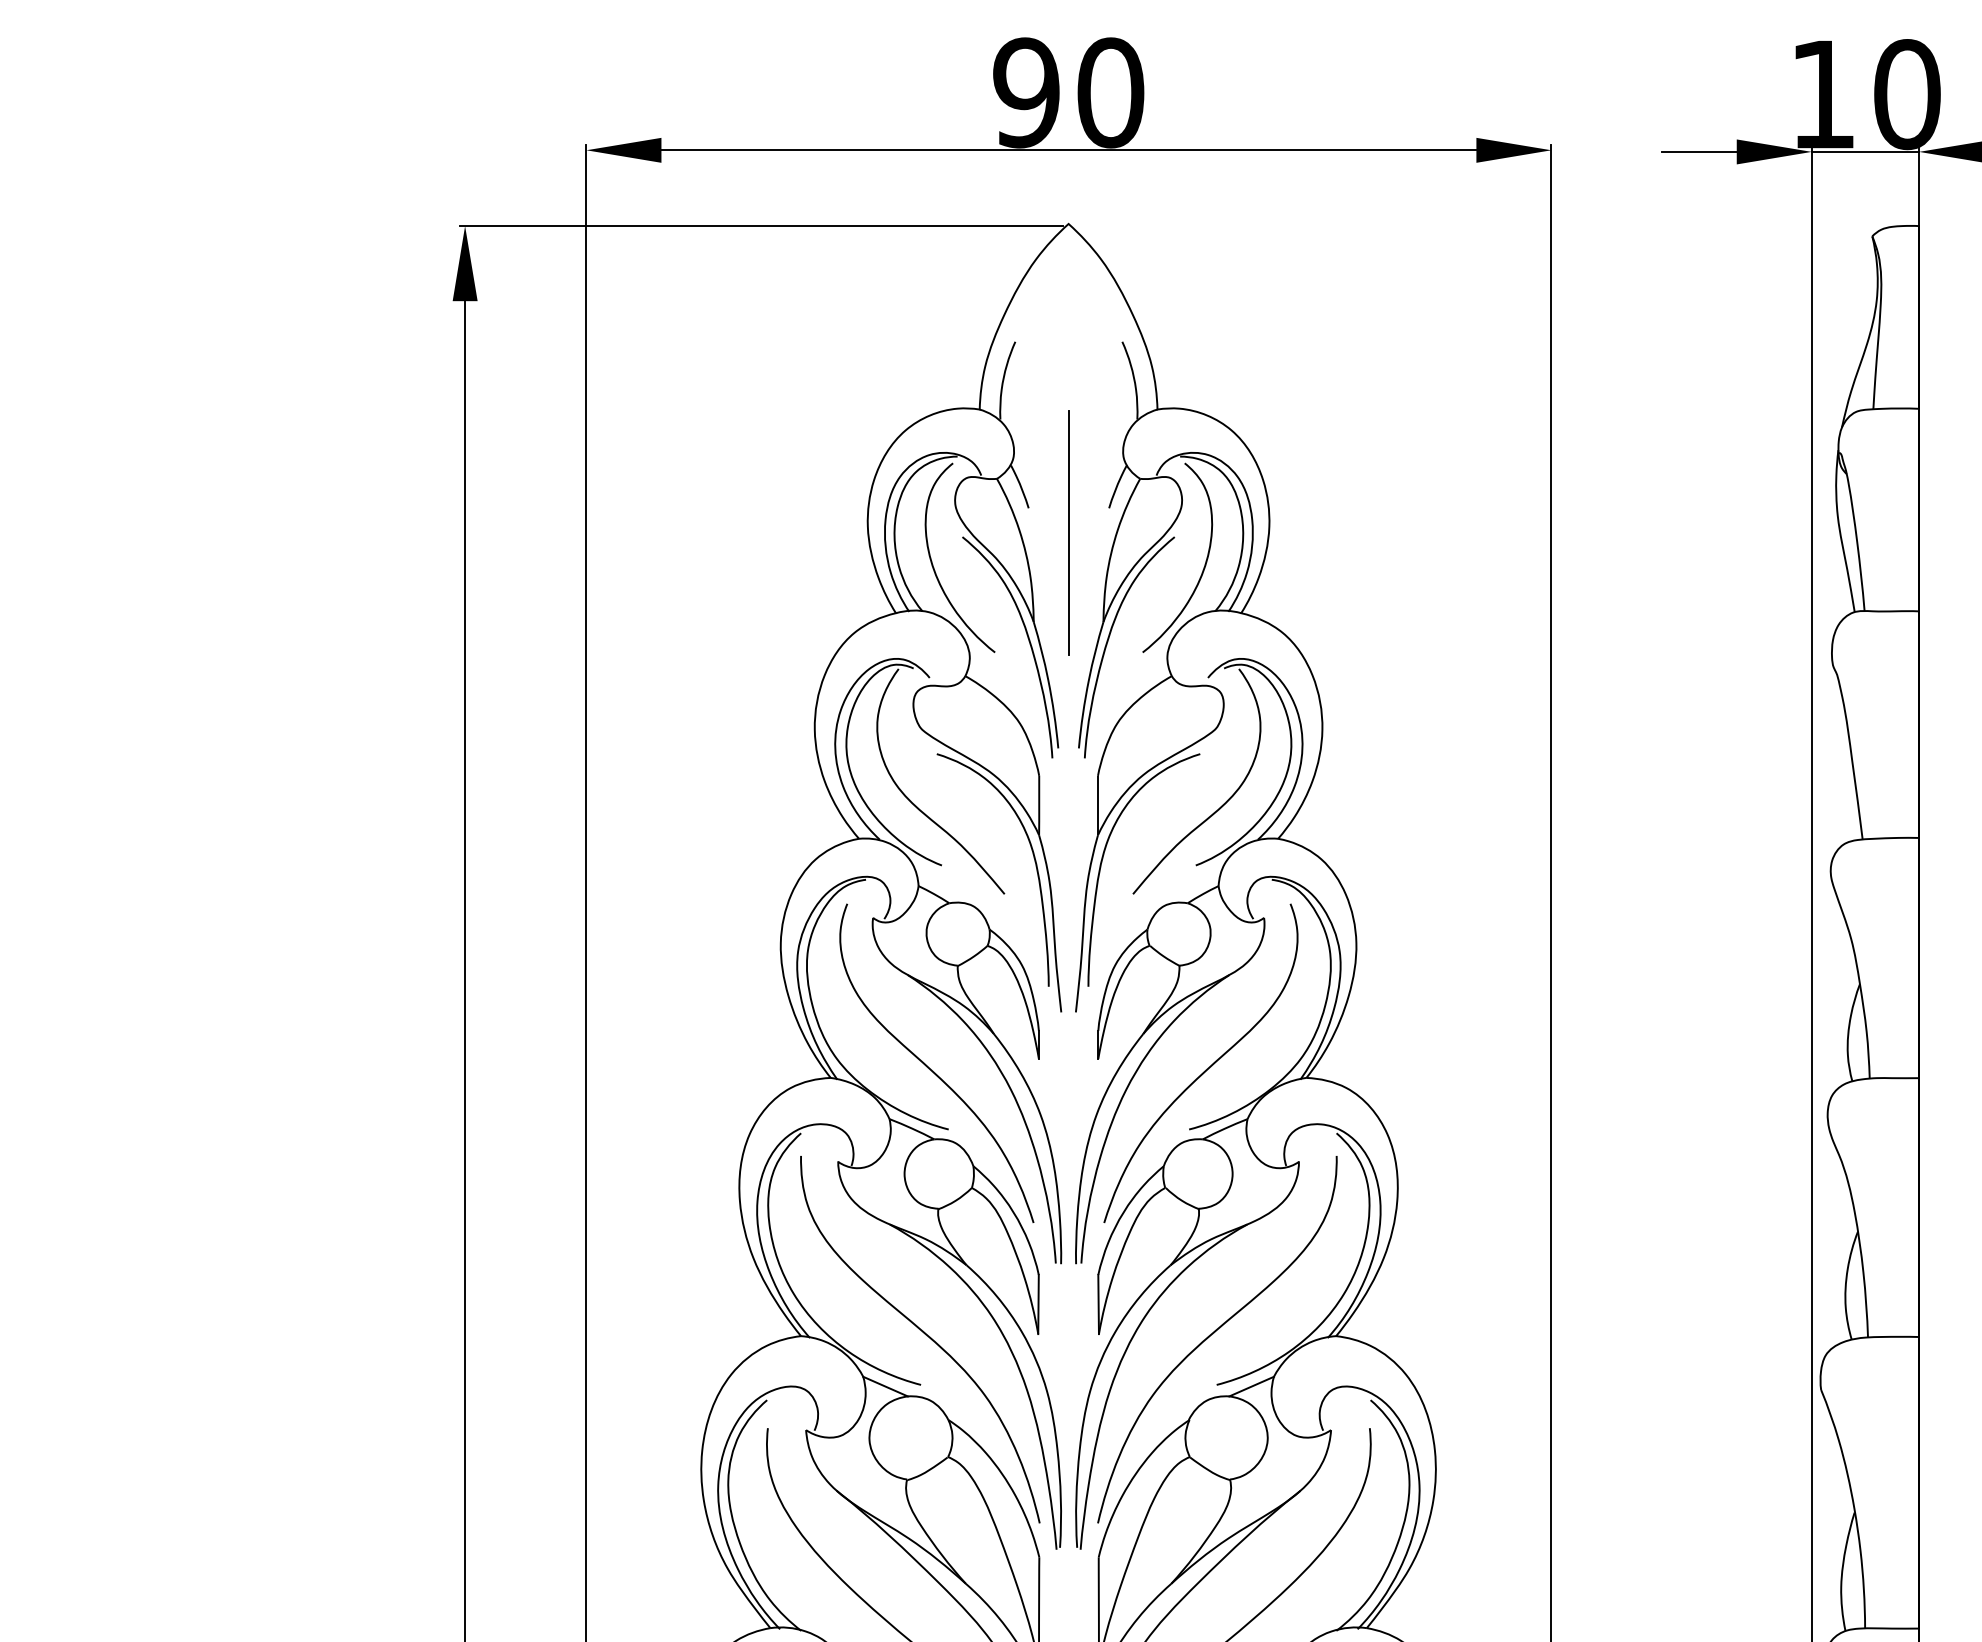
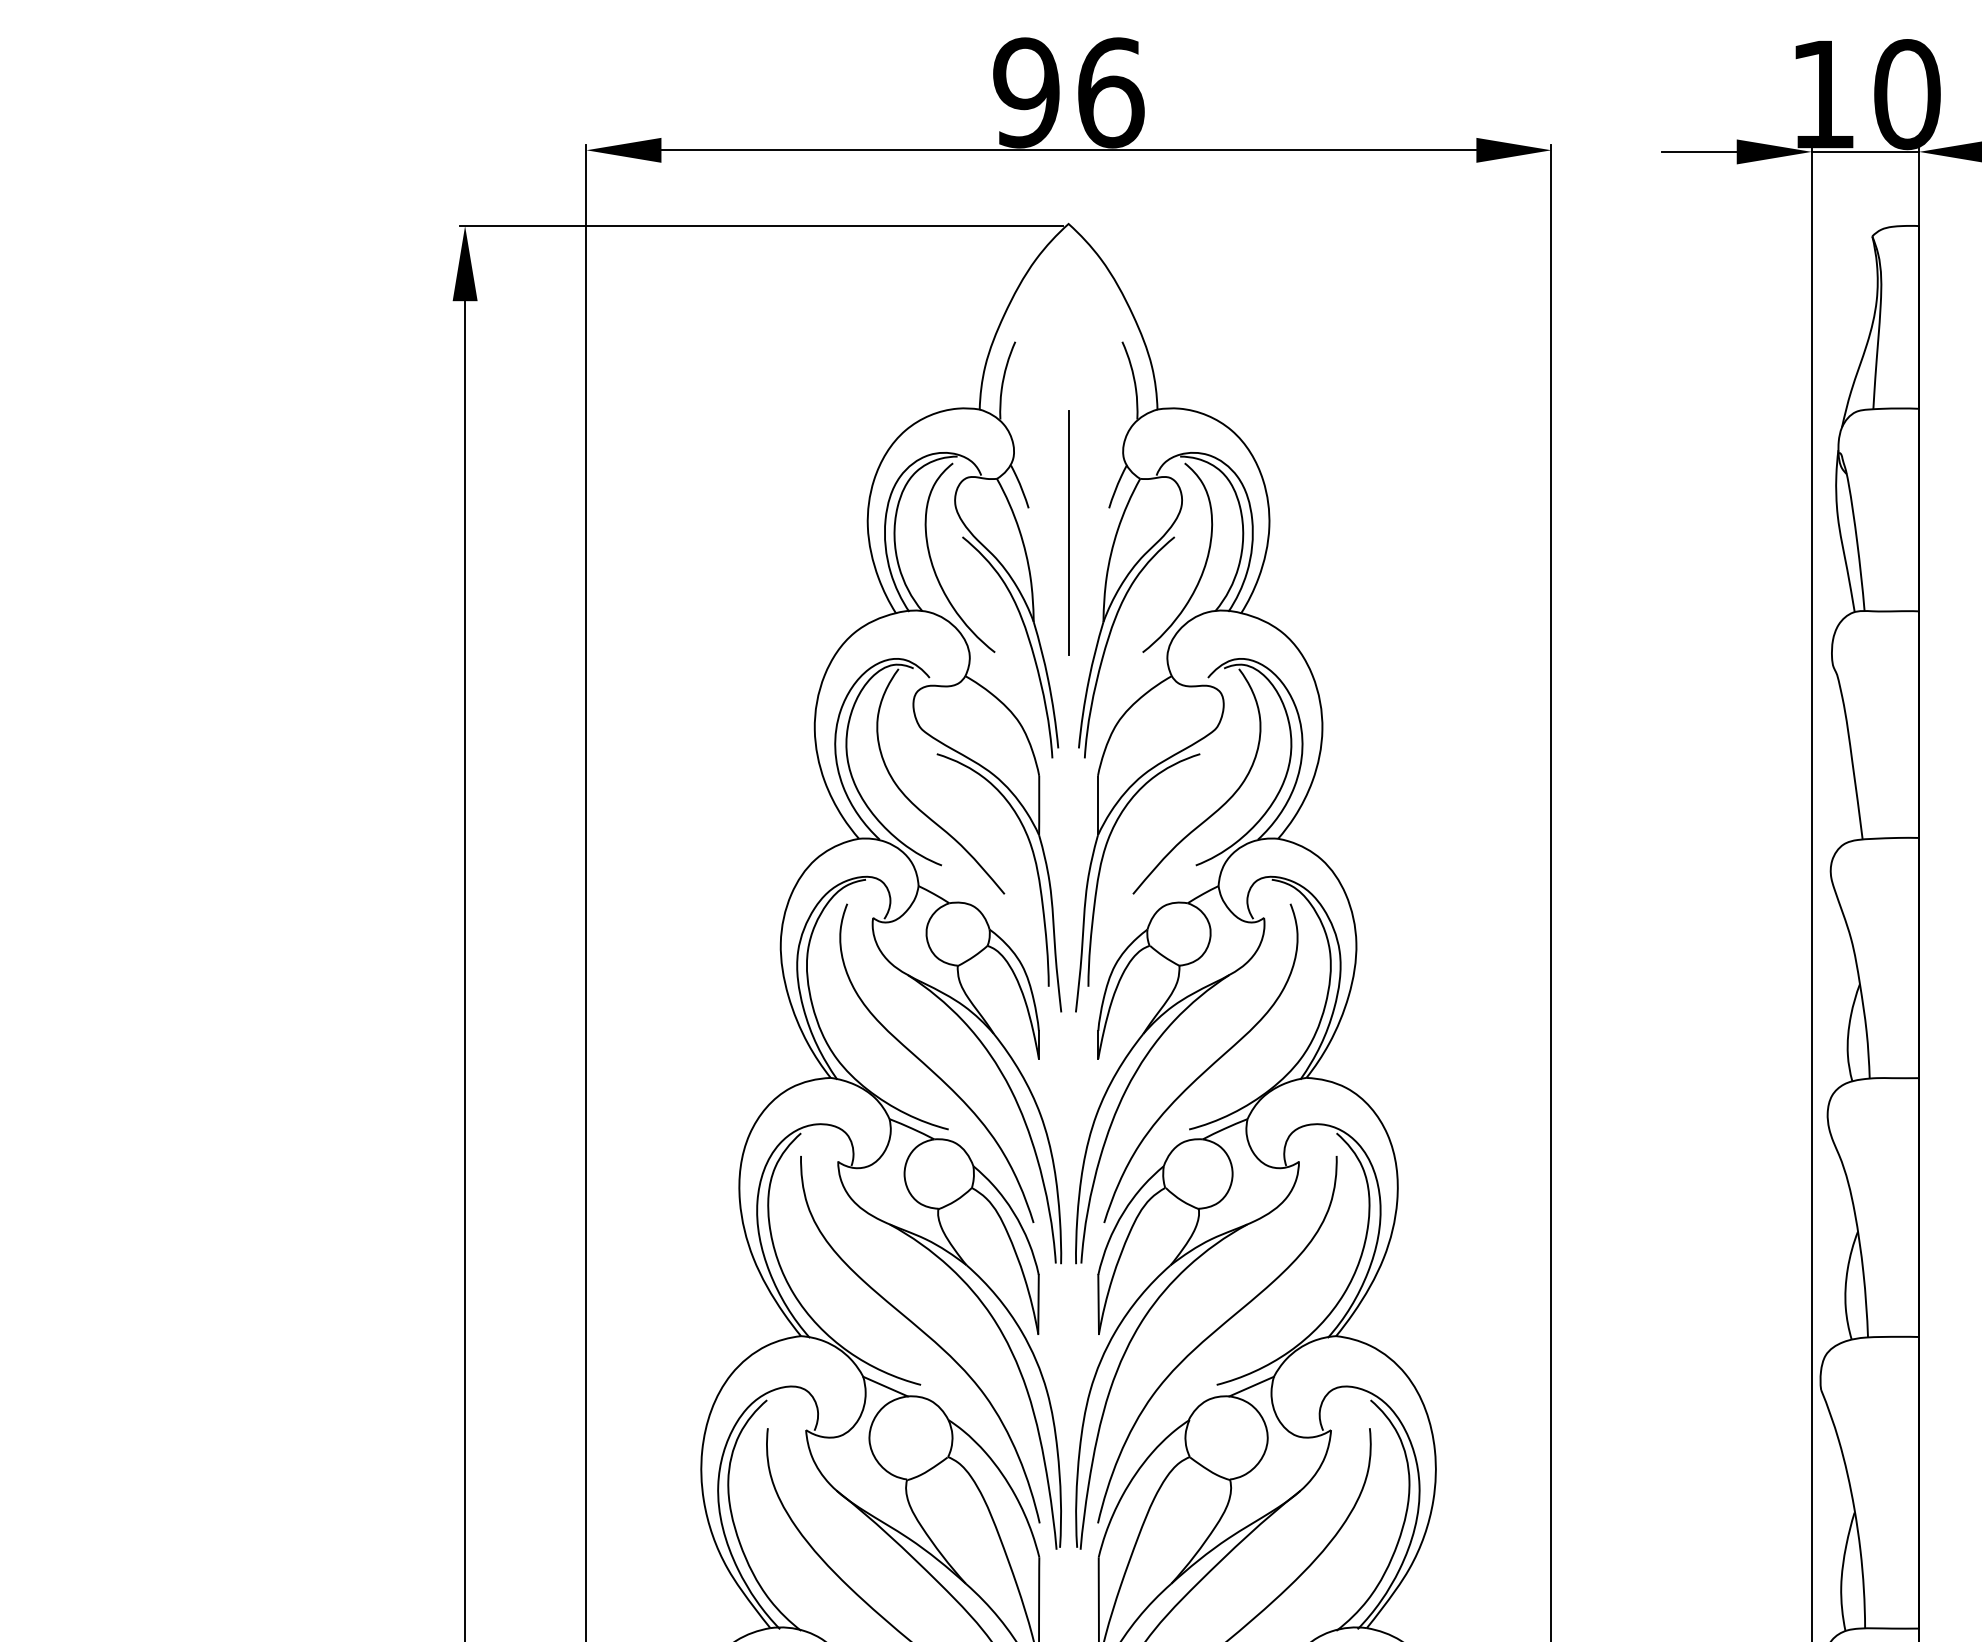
text at (1110, 92): 90 -> 96
